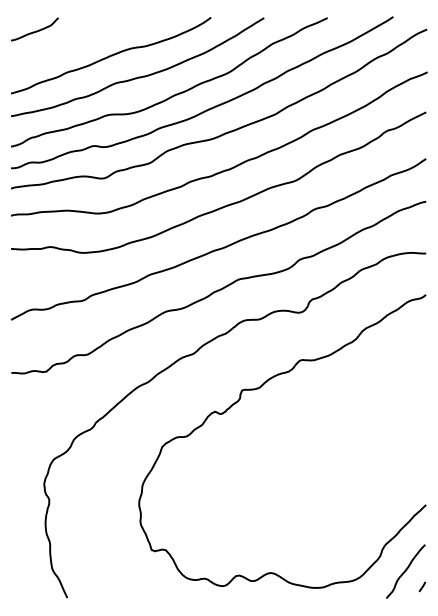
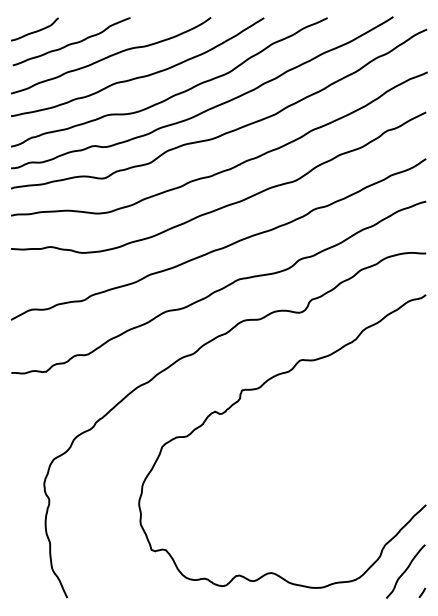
curve at (72, 42): none -> present
line at (422, 586) position: (422, 586) -> (422, 592)
